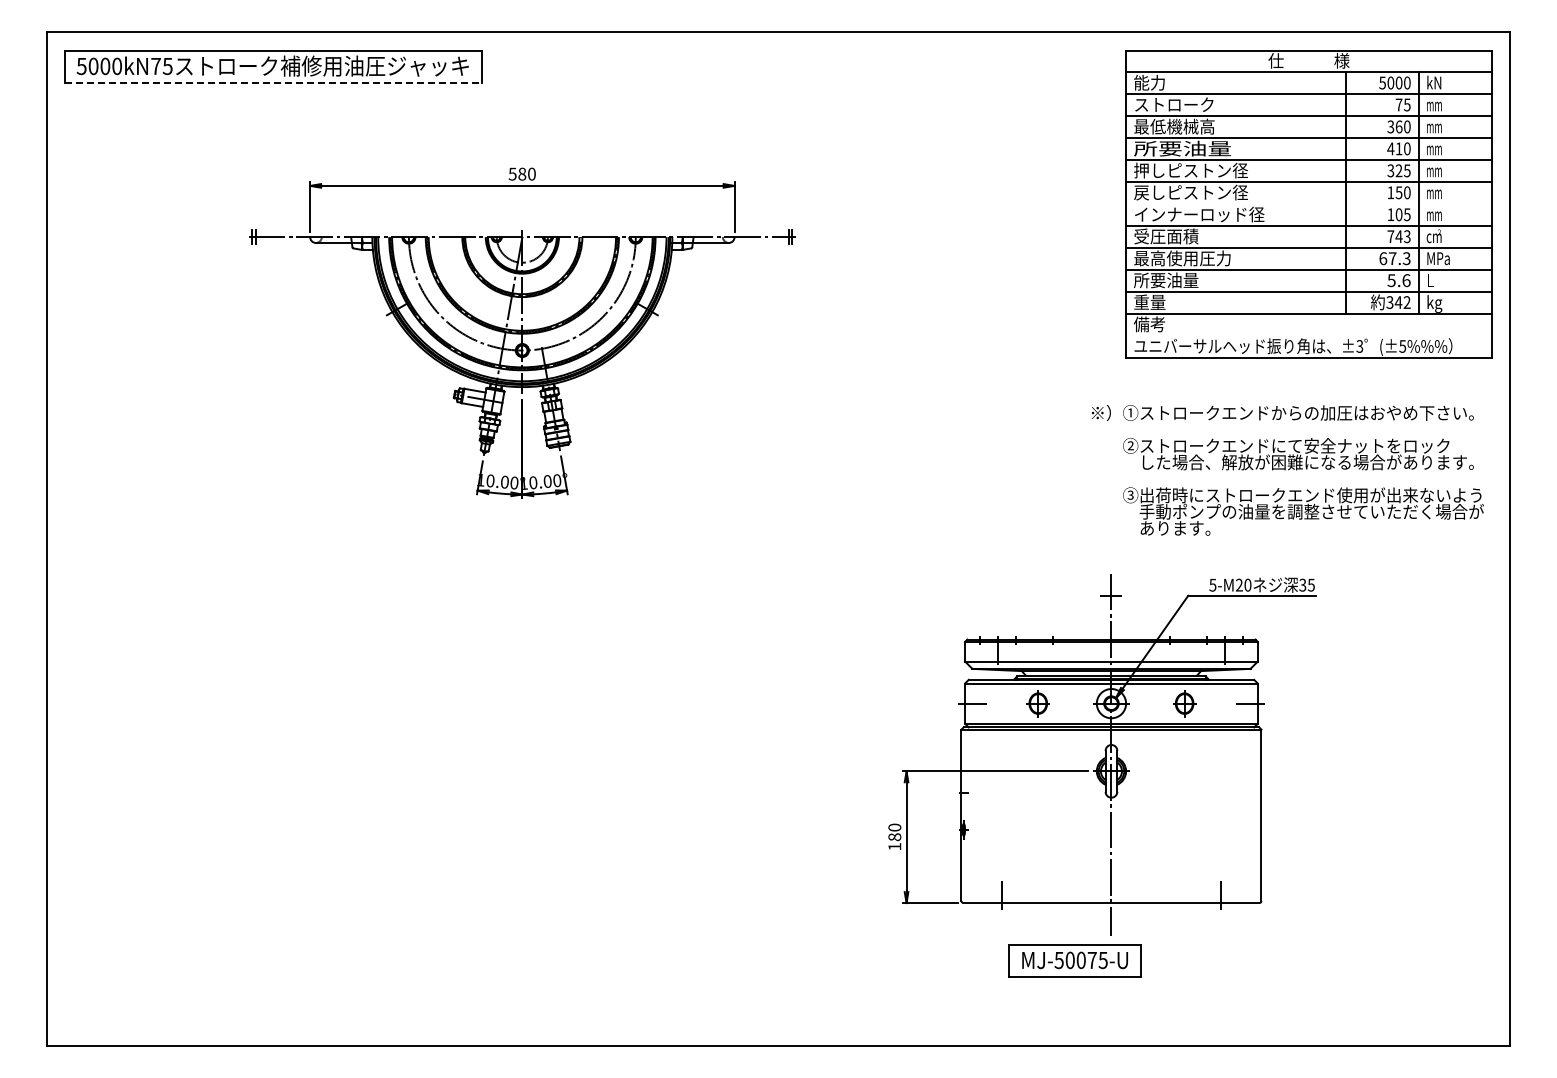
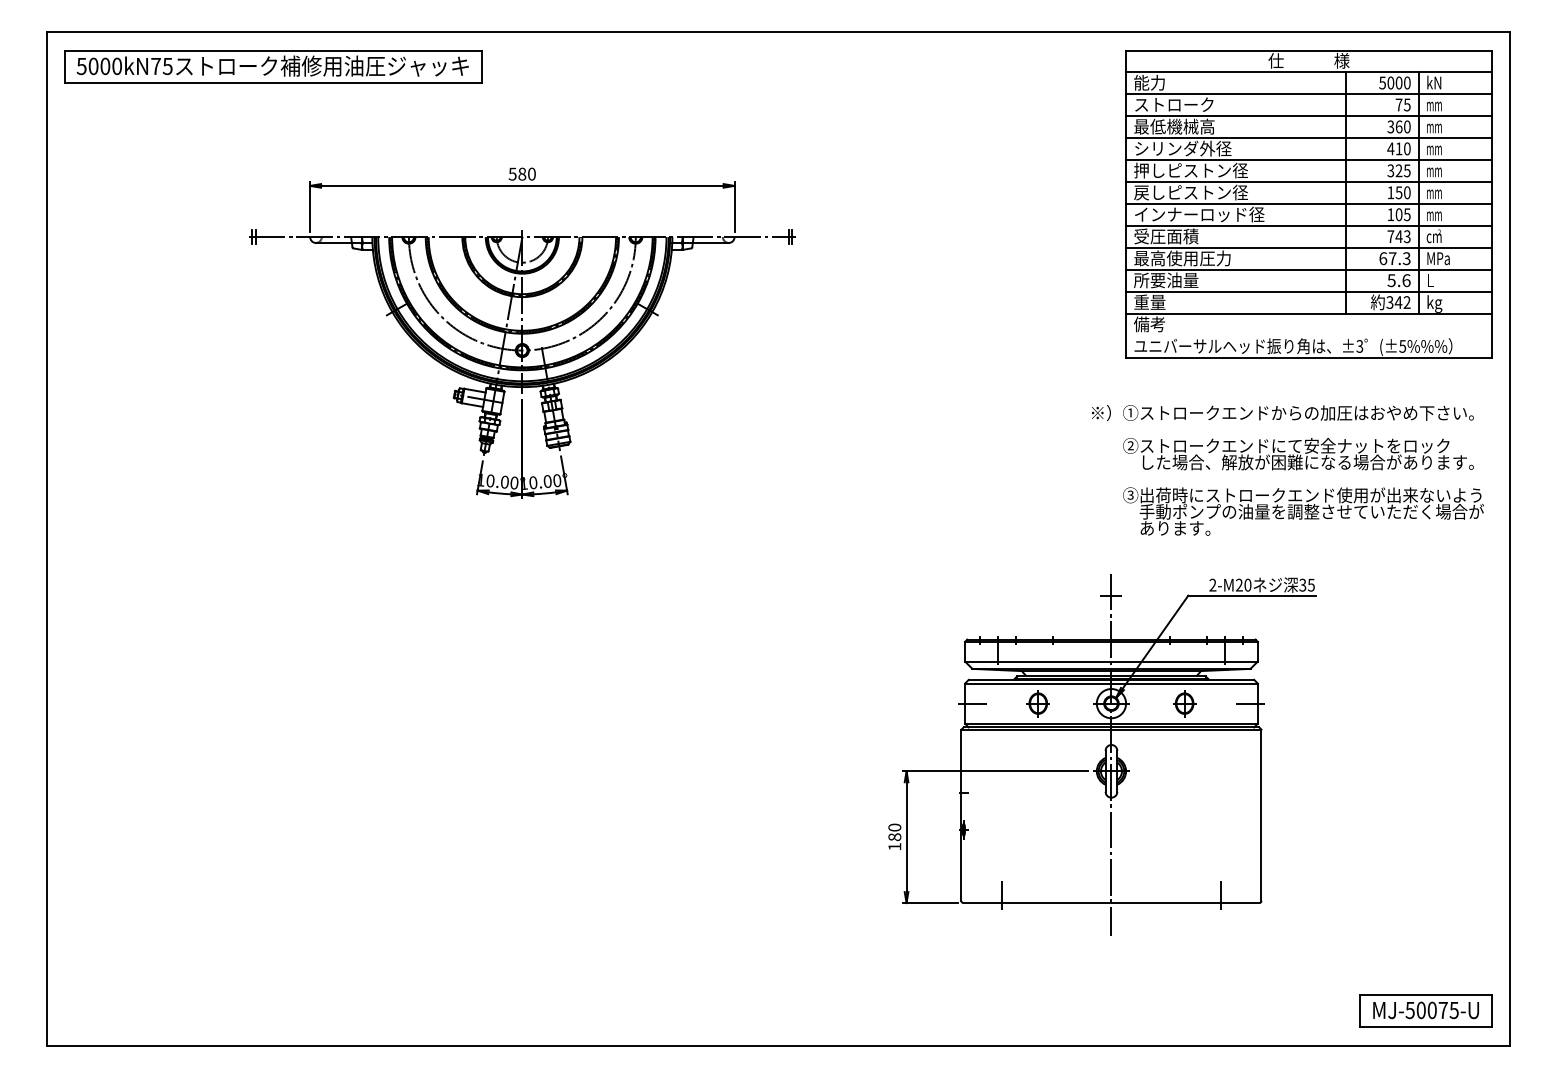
line at (273, 83): dashed -> solid
text at (1182, 148): 所要油量 -> シリンダ外径
line at (1308, 204): none -> present
text at (1212, 584): 5-M20 -> 2-M20
part at (1074, 960) position: (1074, 960) -> (1425, 1010)
